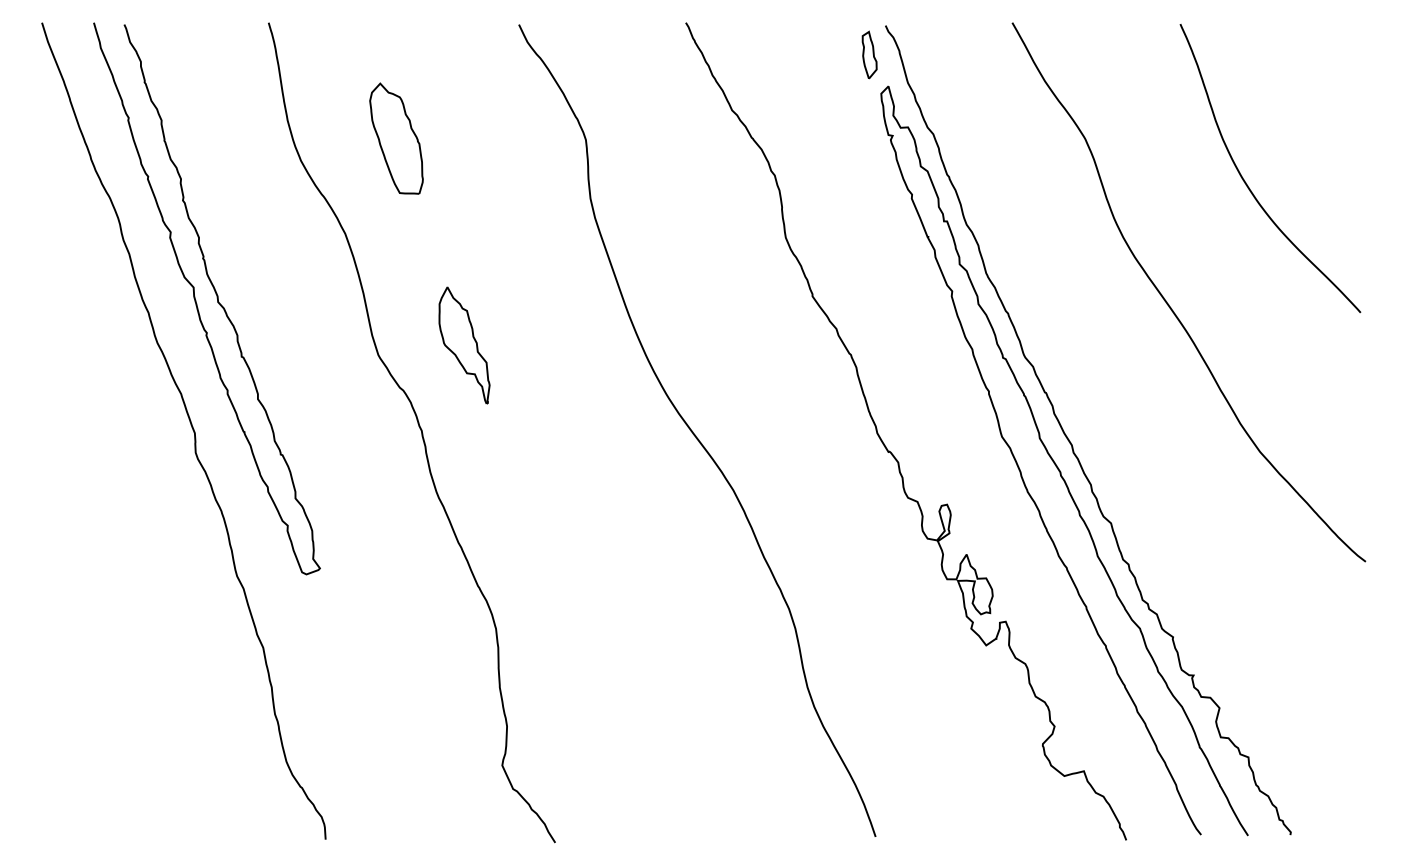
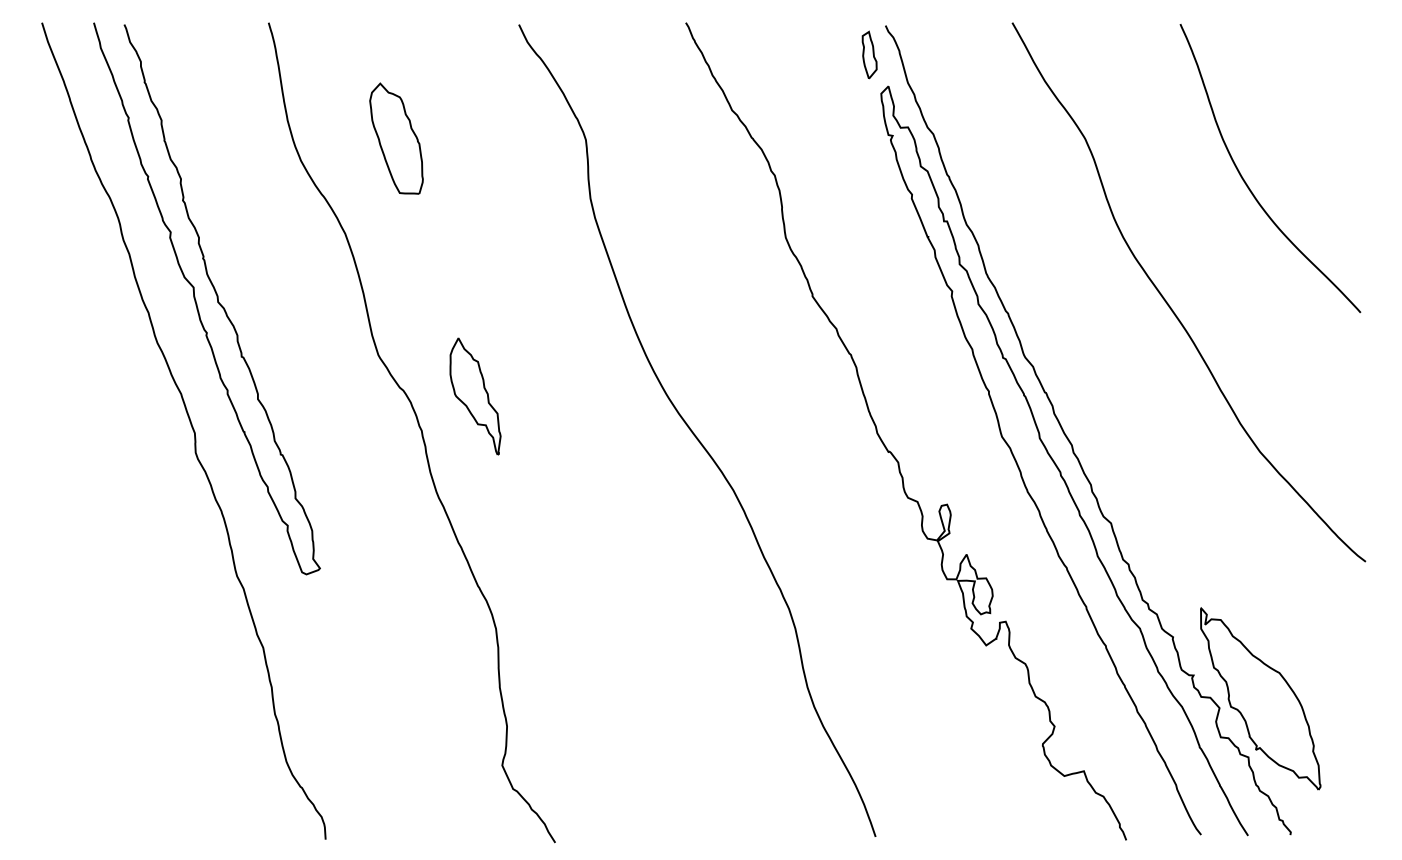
part at (464, 345) position: (464, 345) -> (475, 396)
part at (1260, 698): none -> present
